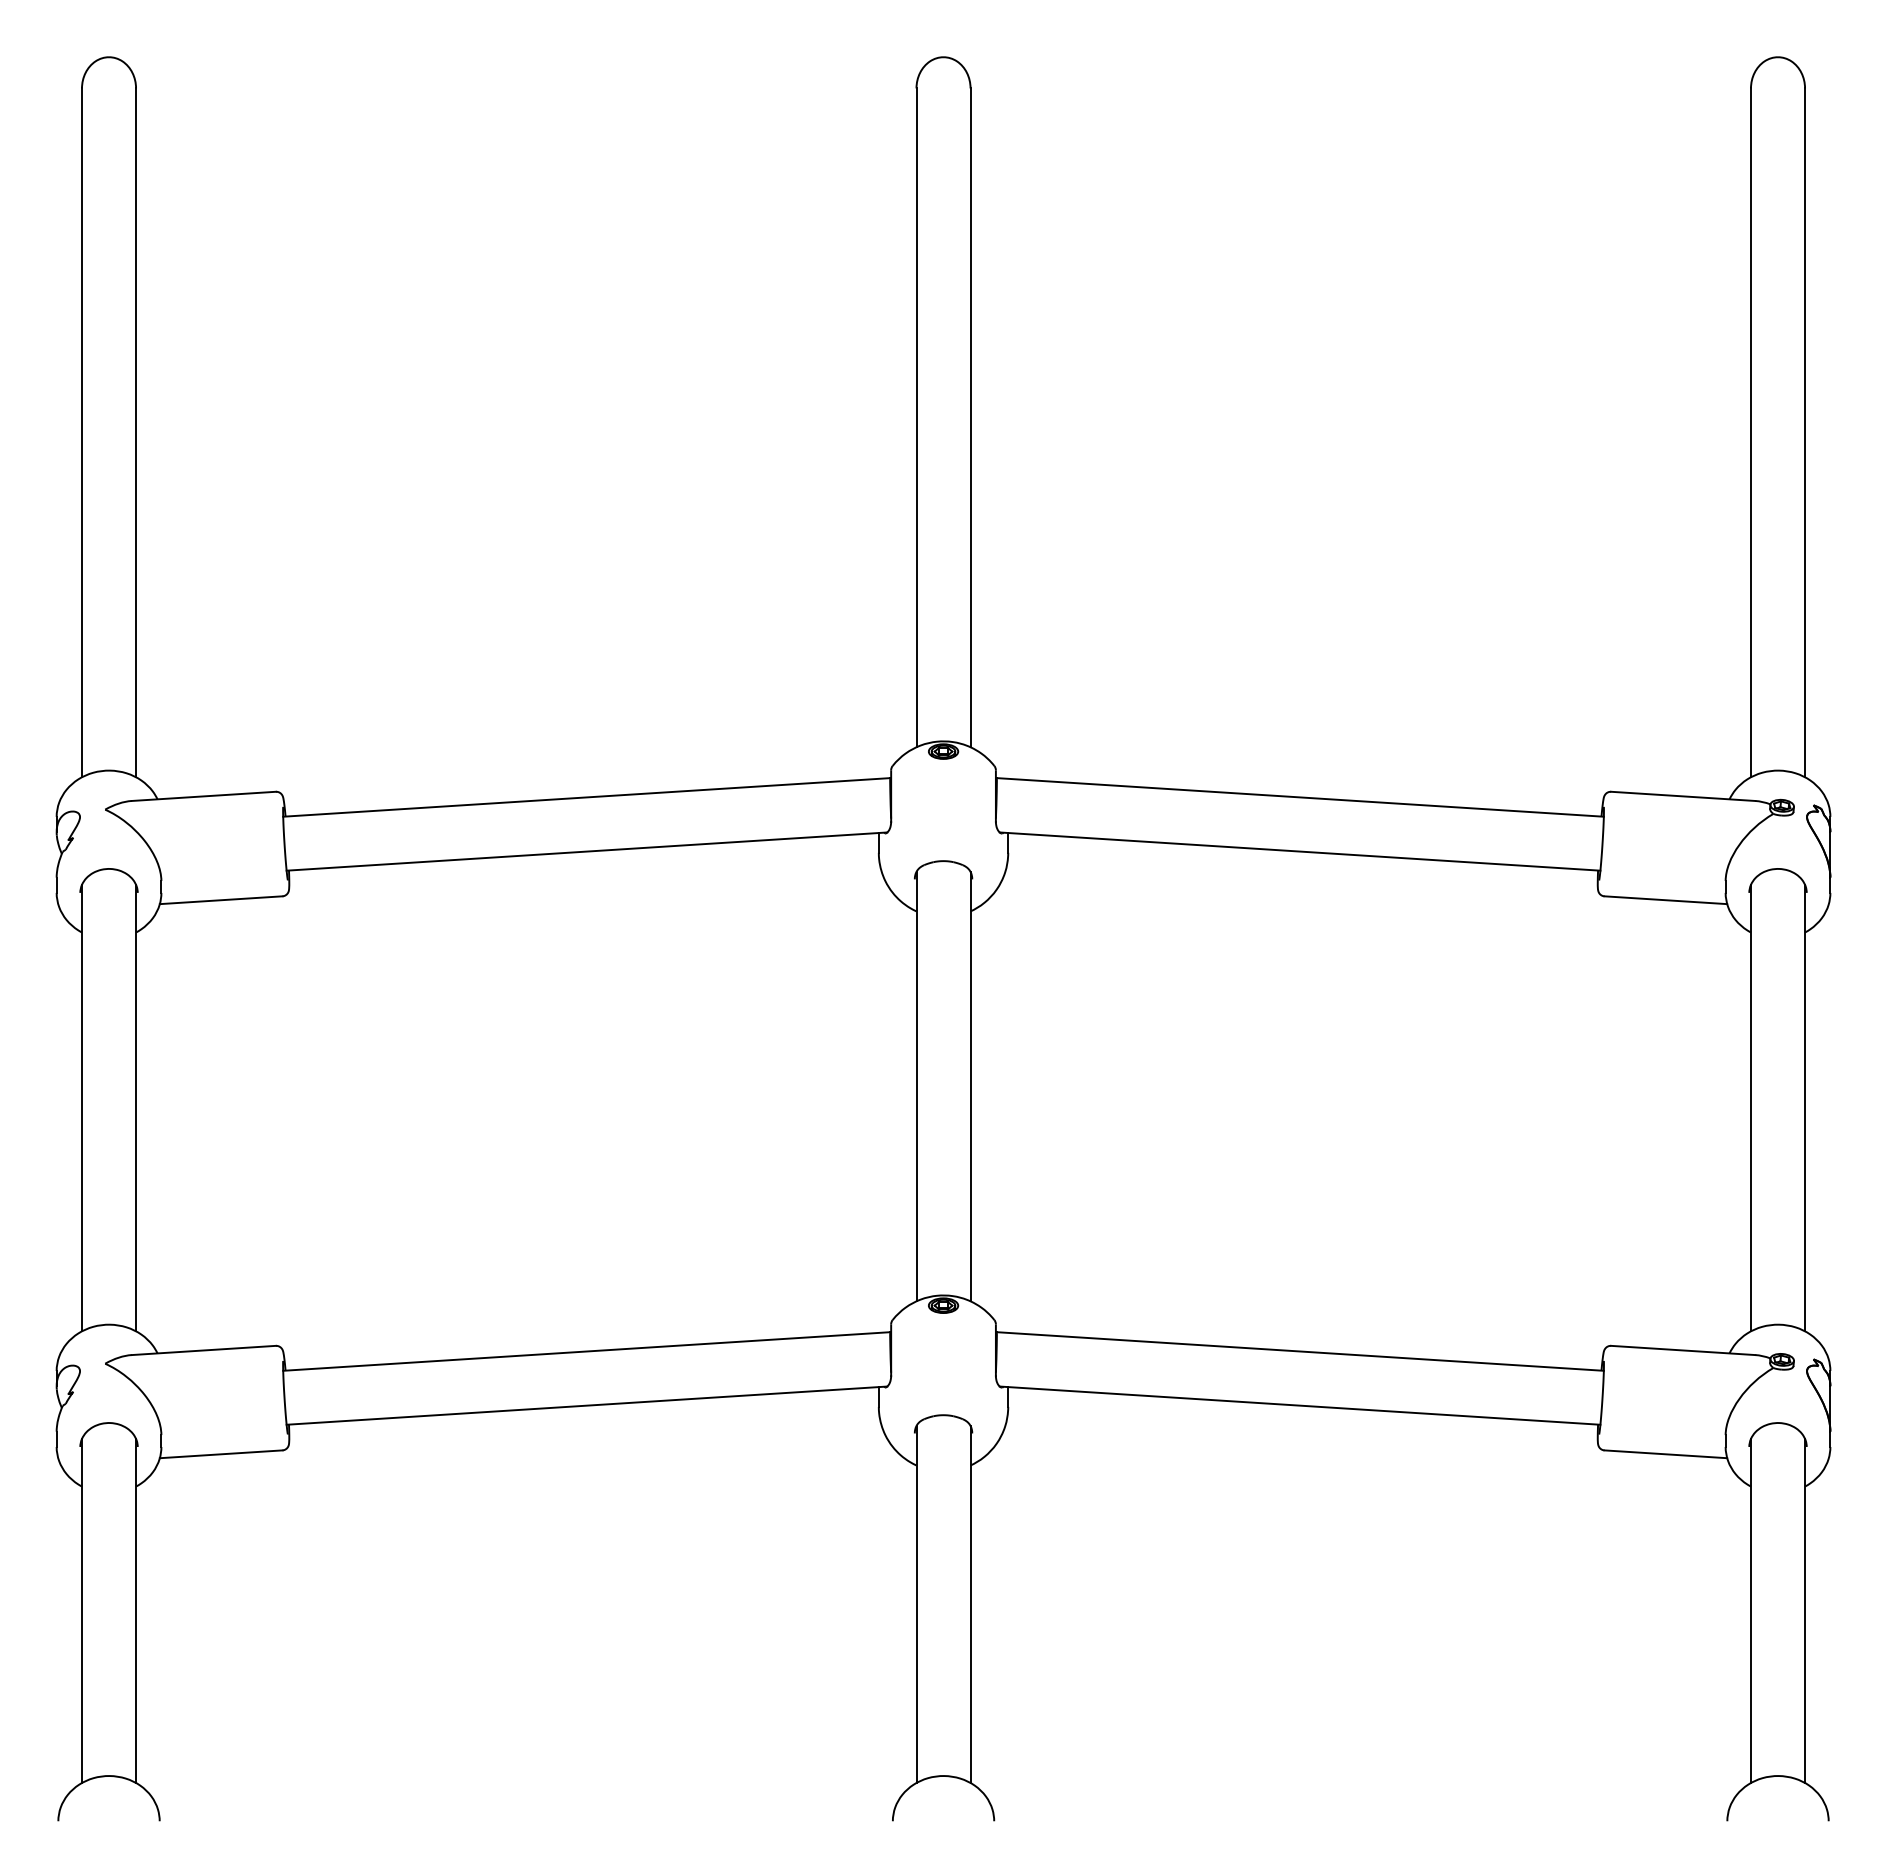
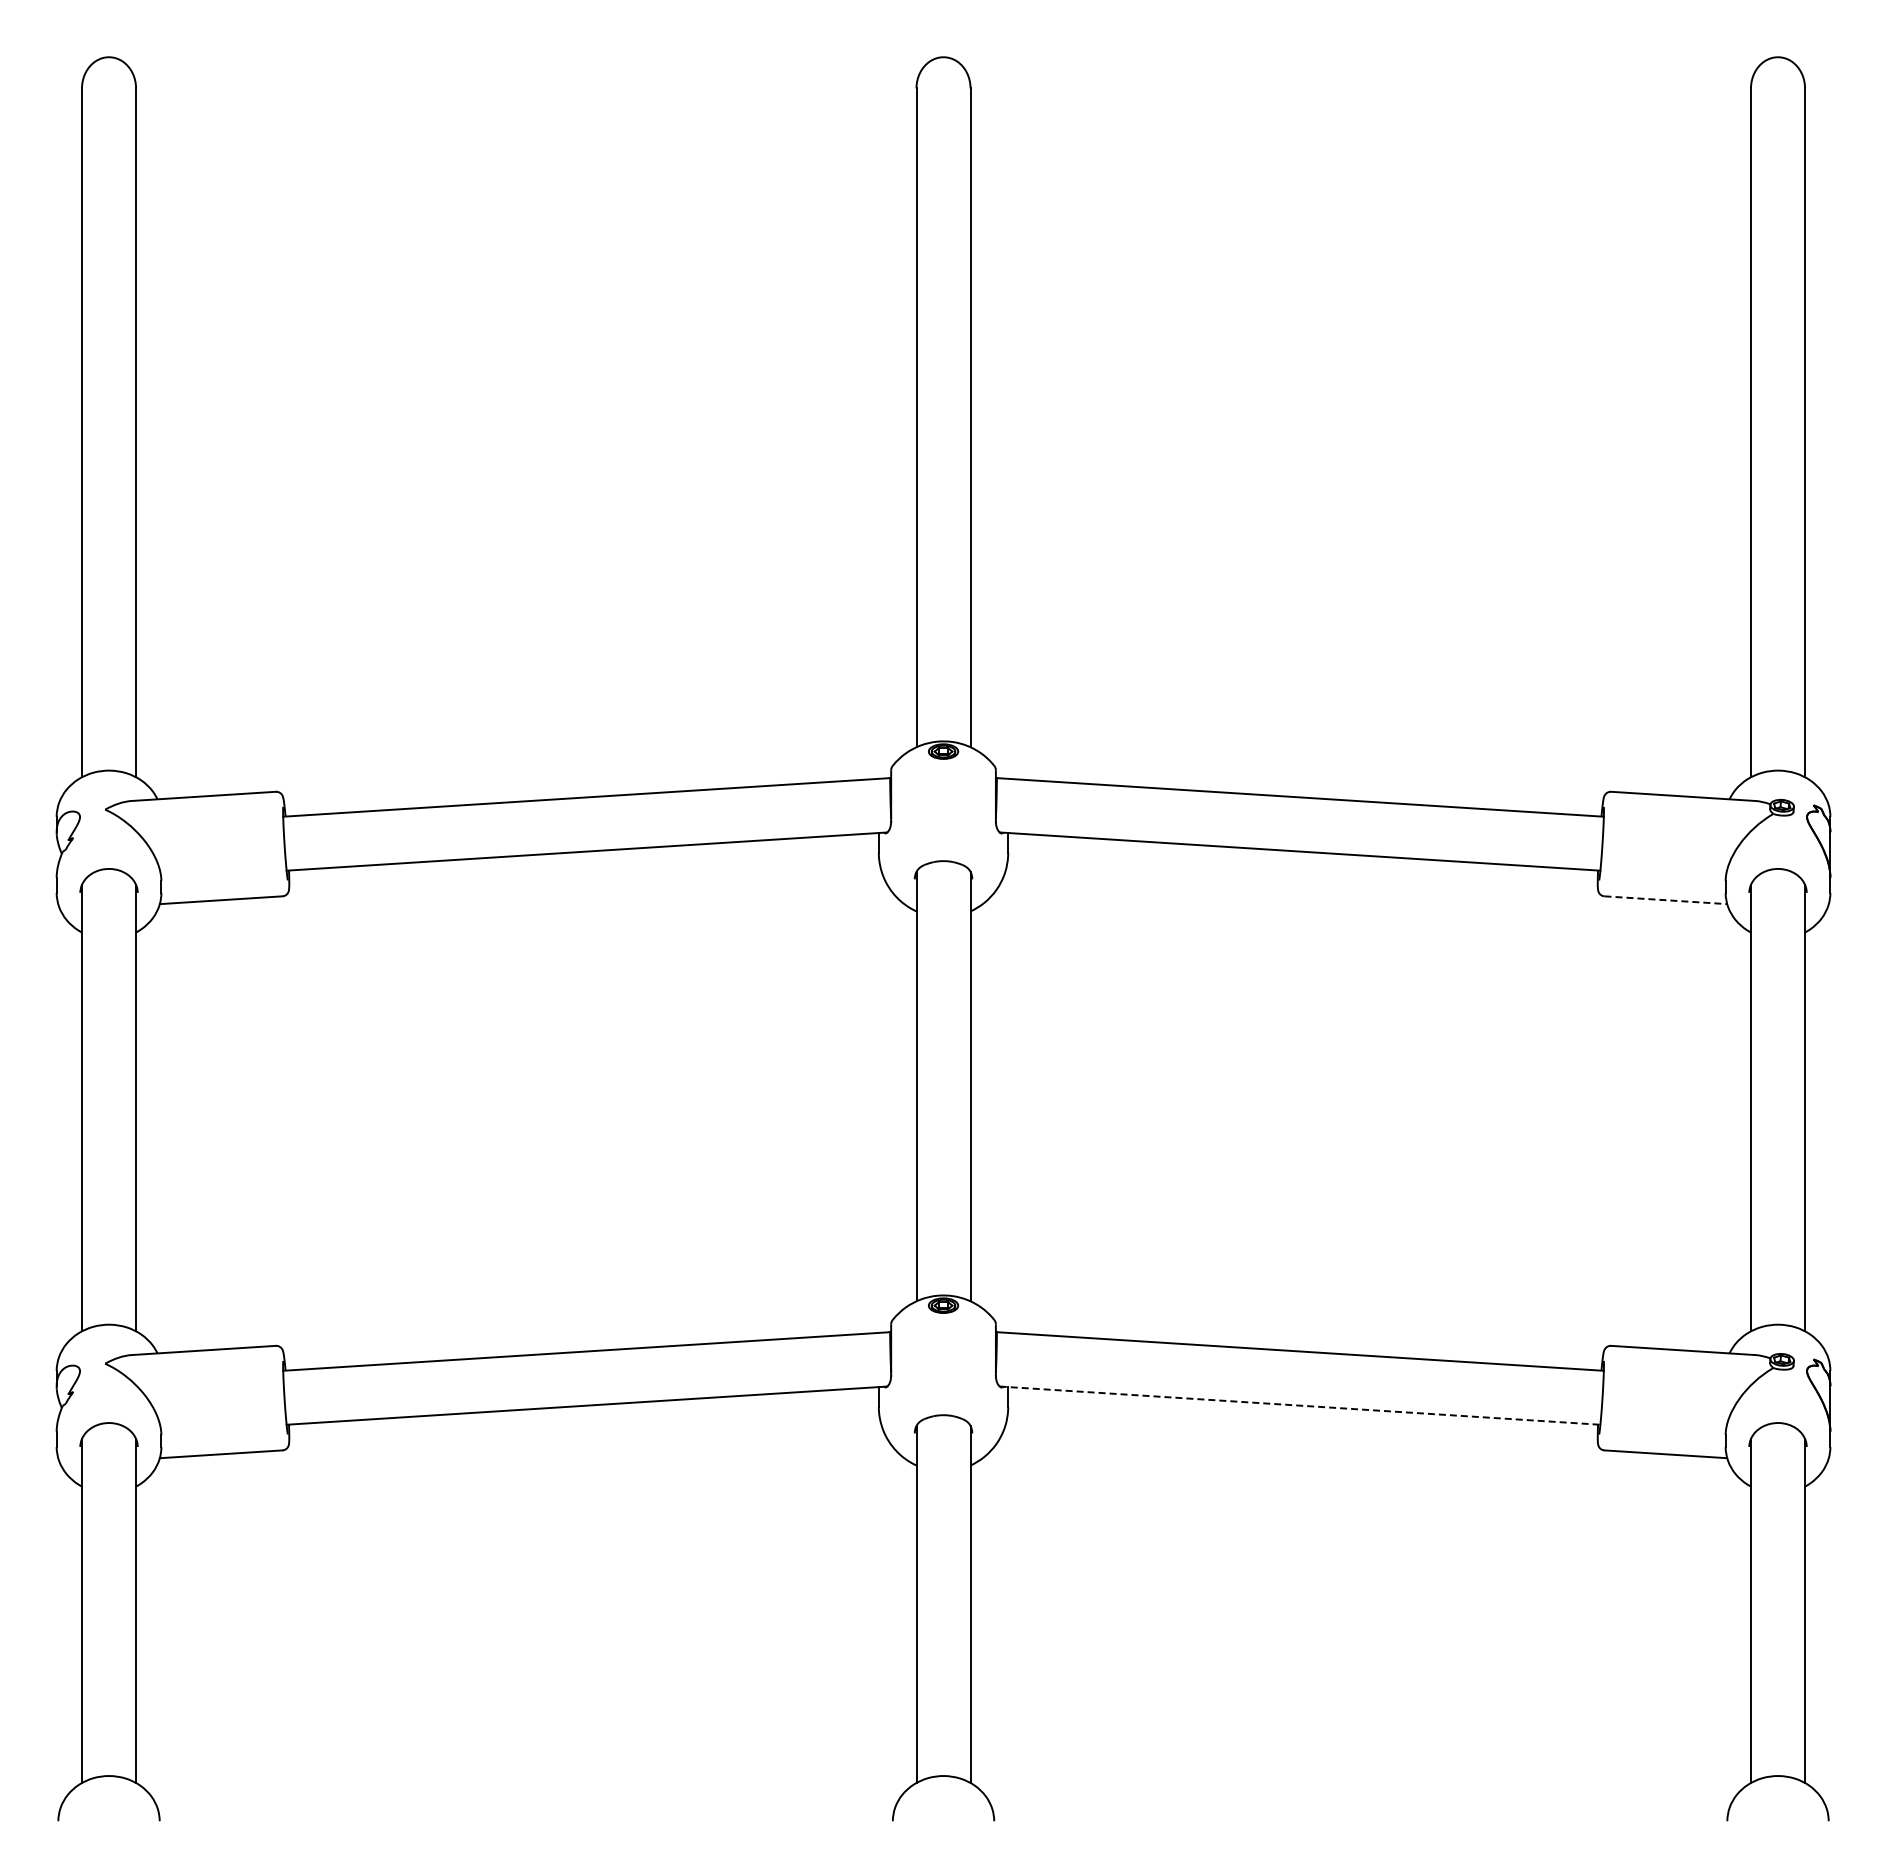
line at (1666, 900): solid -> dashed
line at (1300, 1405): solid -> dashed
